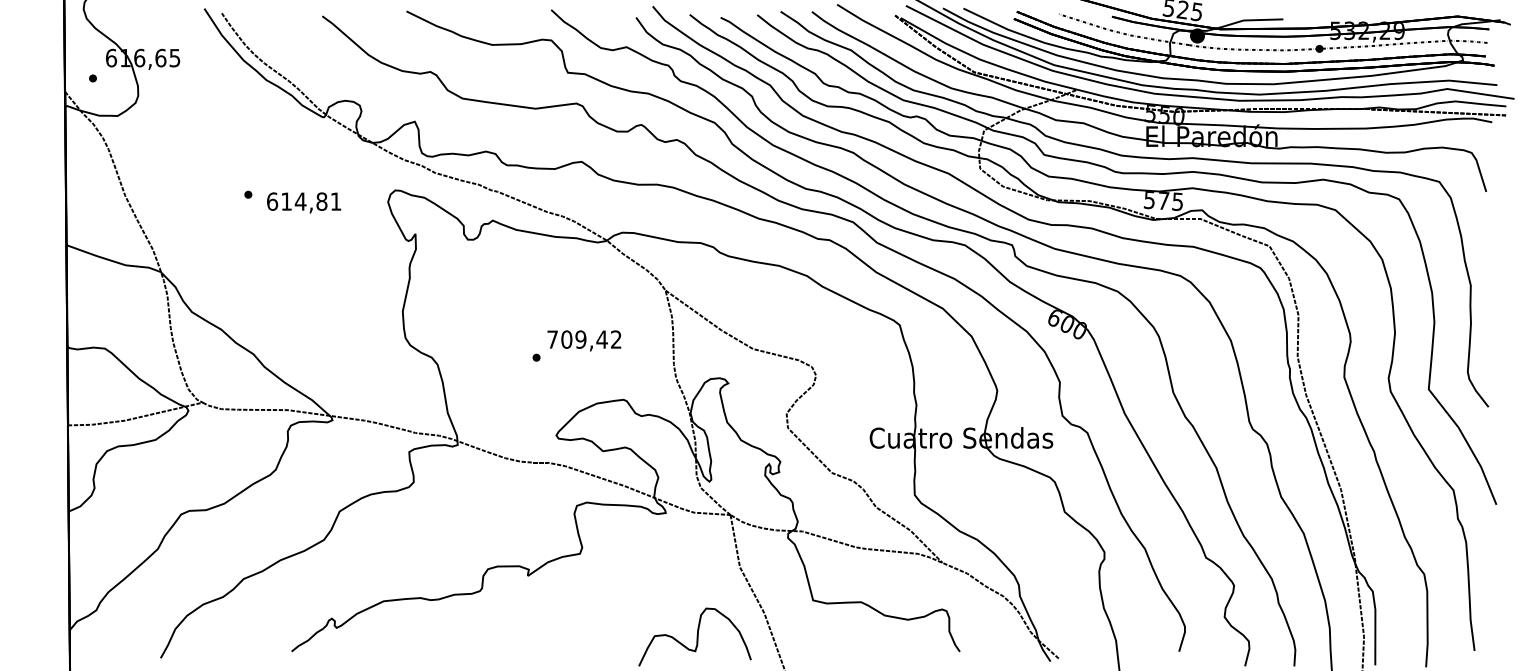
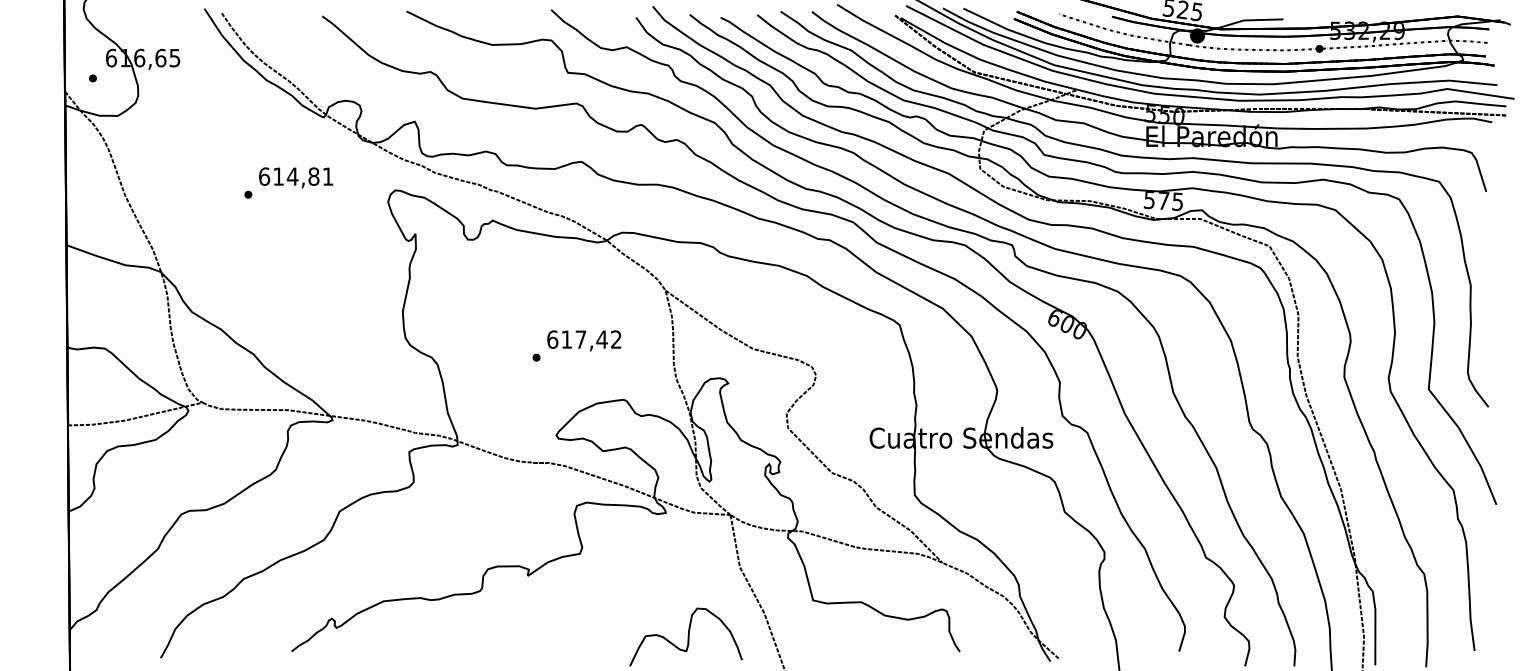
text at (304, 202) position: (304, 202) -> (296, 177)
text at (566, 339): 709,42 -> 617,42
curve at (696, 636) position: (696, 636) -> (687, 636)
